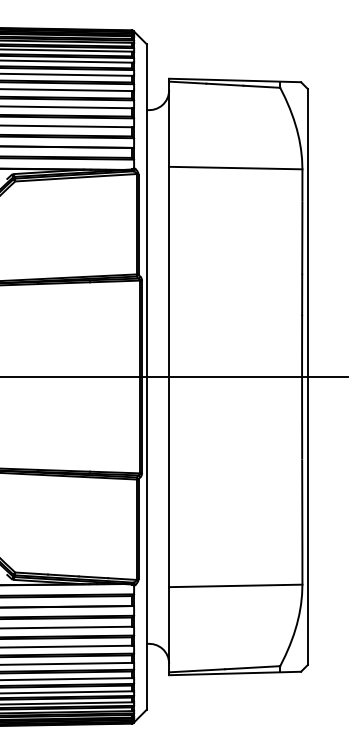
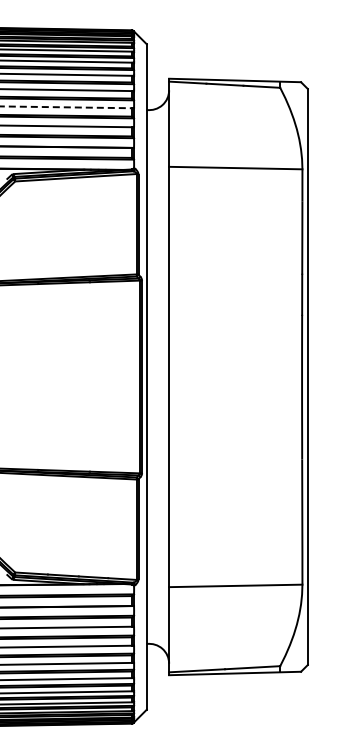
line at (66, 107): solid -> dashed
line at (175, 376): present -> none
